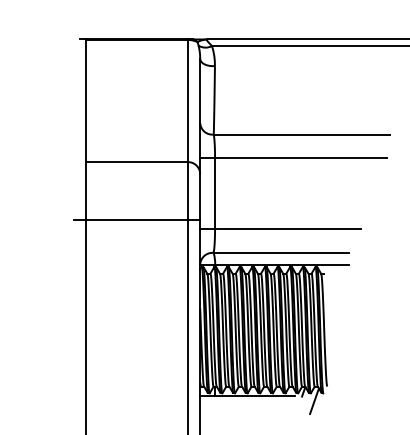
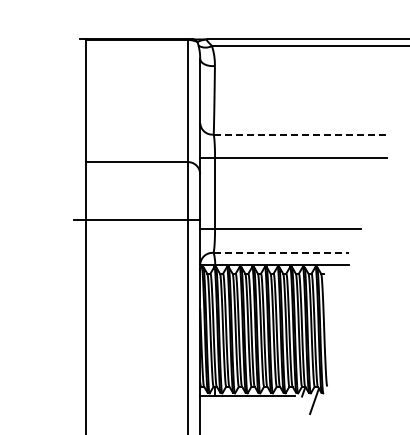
line at (302, 134): solid -> dashed
line at (281, 252): solid -> dashed
